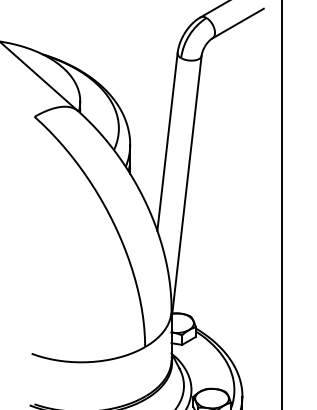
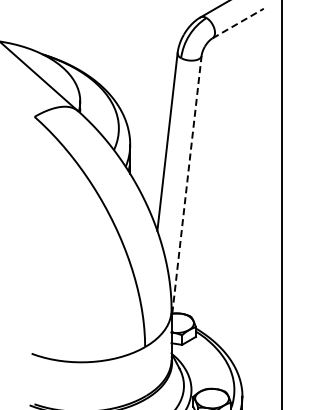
line at (238, 23): solid -> dashed
line at (186, 184): solid -> dashed
